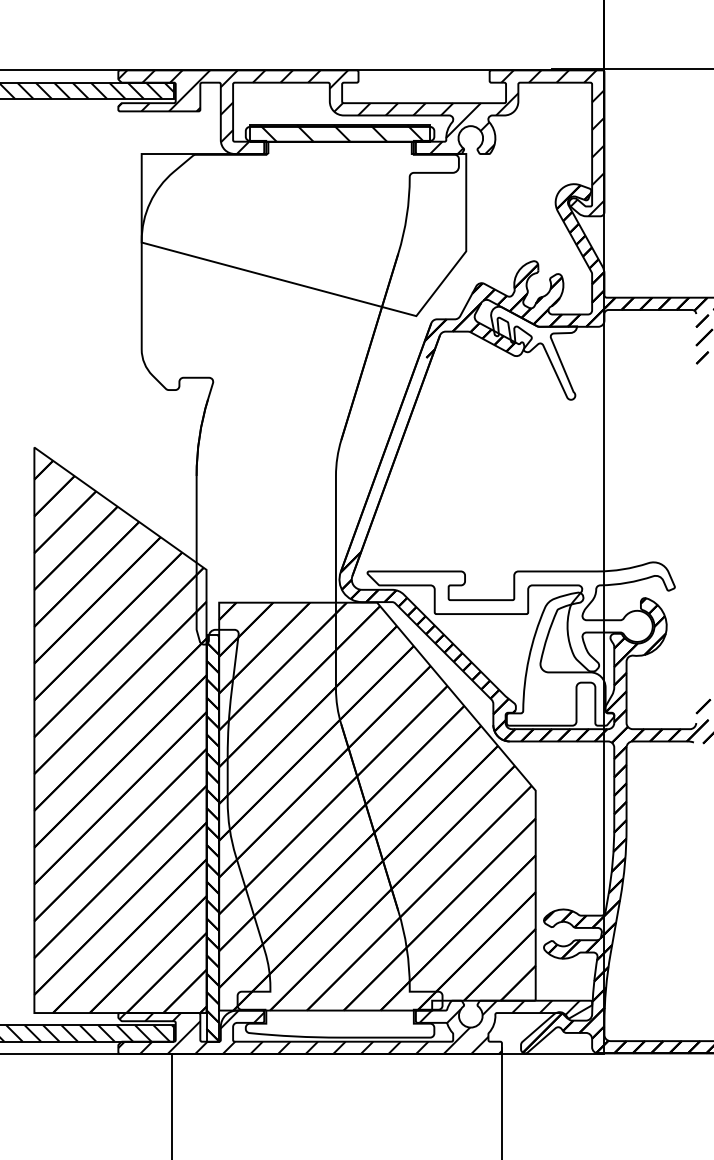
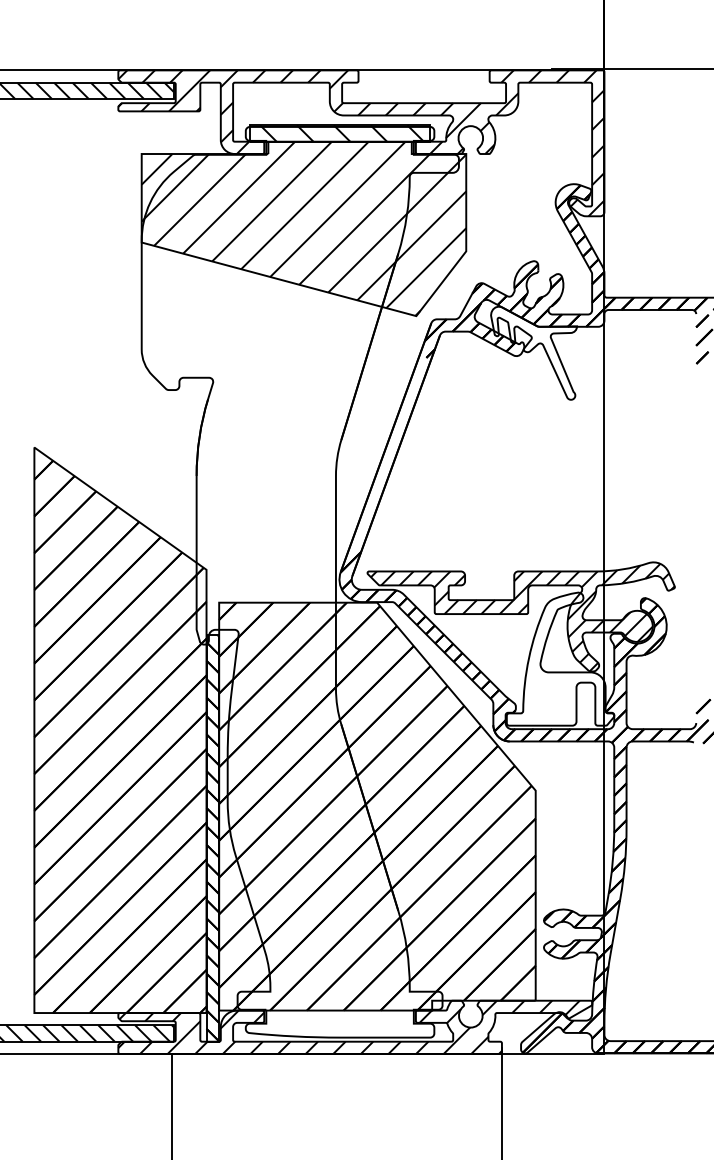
hatch at (303, 228): none -> present
hatch at (522, 617): none -> present
